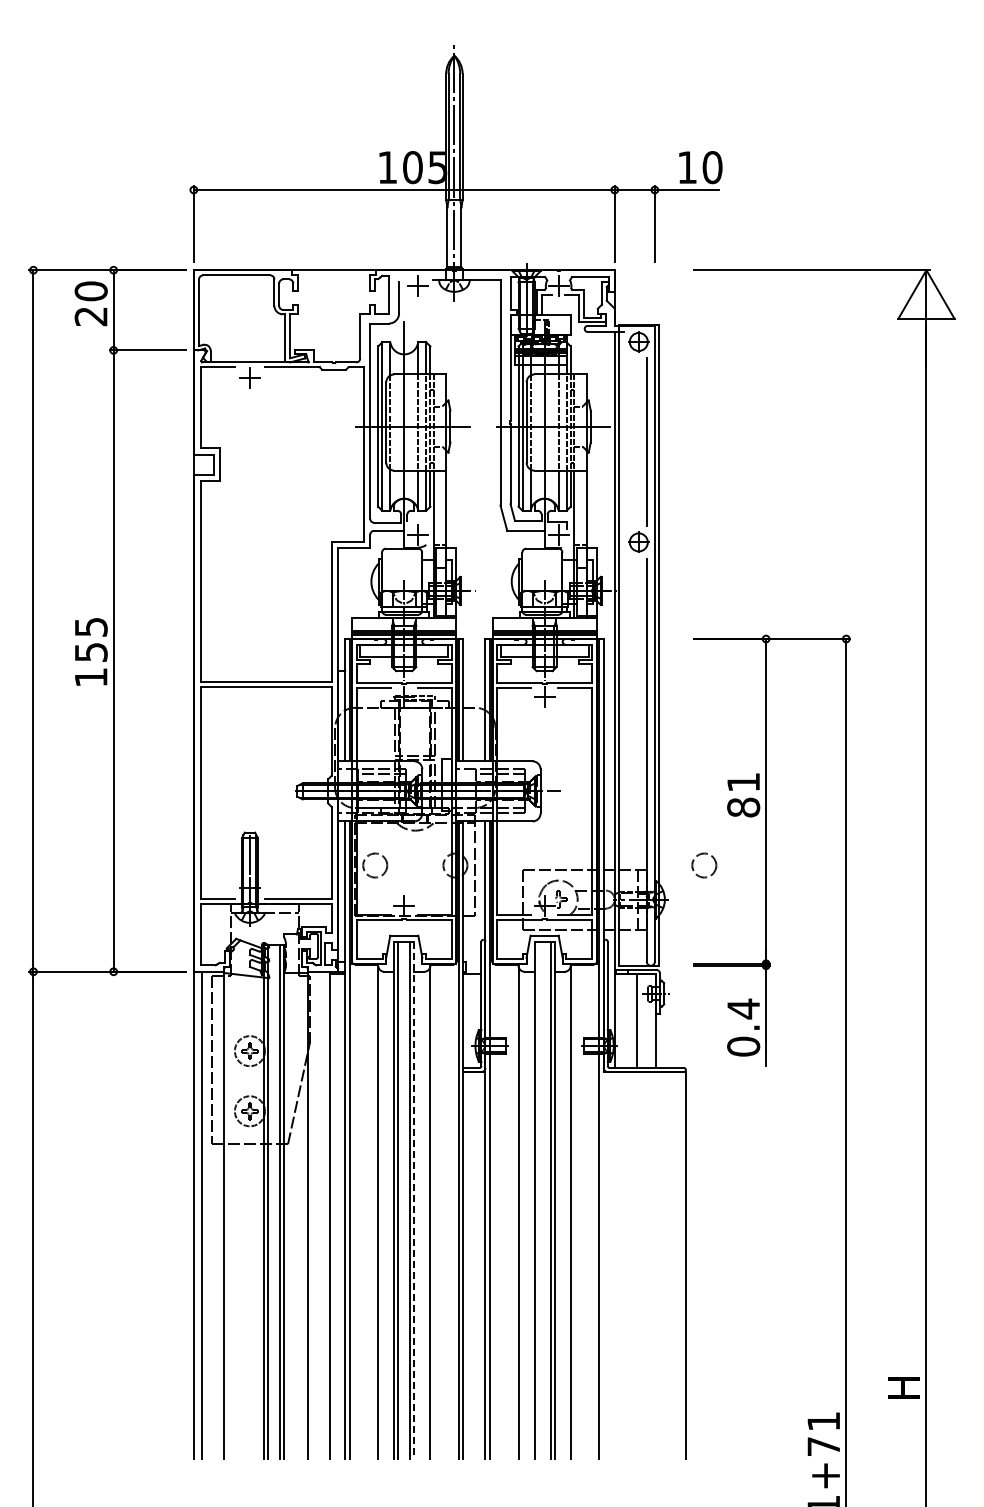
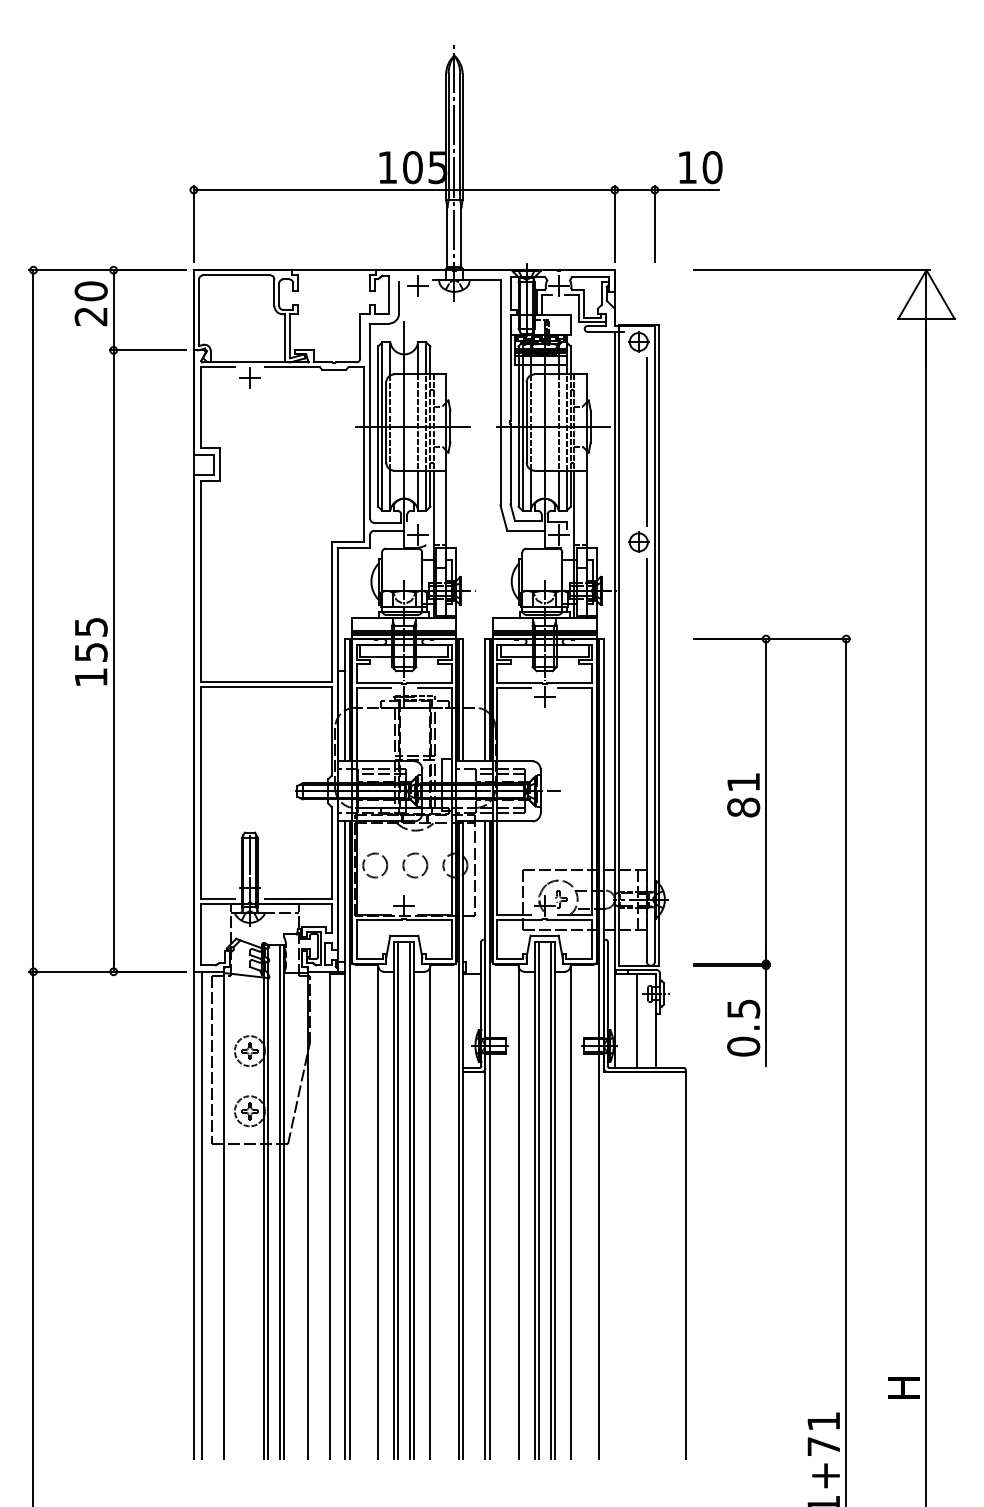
circle at (704, 865) position: (704, 865) -> (415, 865)
text at (743, 1008): 0.4 -> 0.5
line at (538, 1199): none -> present
line at (414, 1200): dashed -> solid
